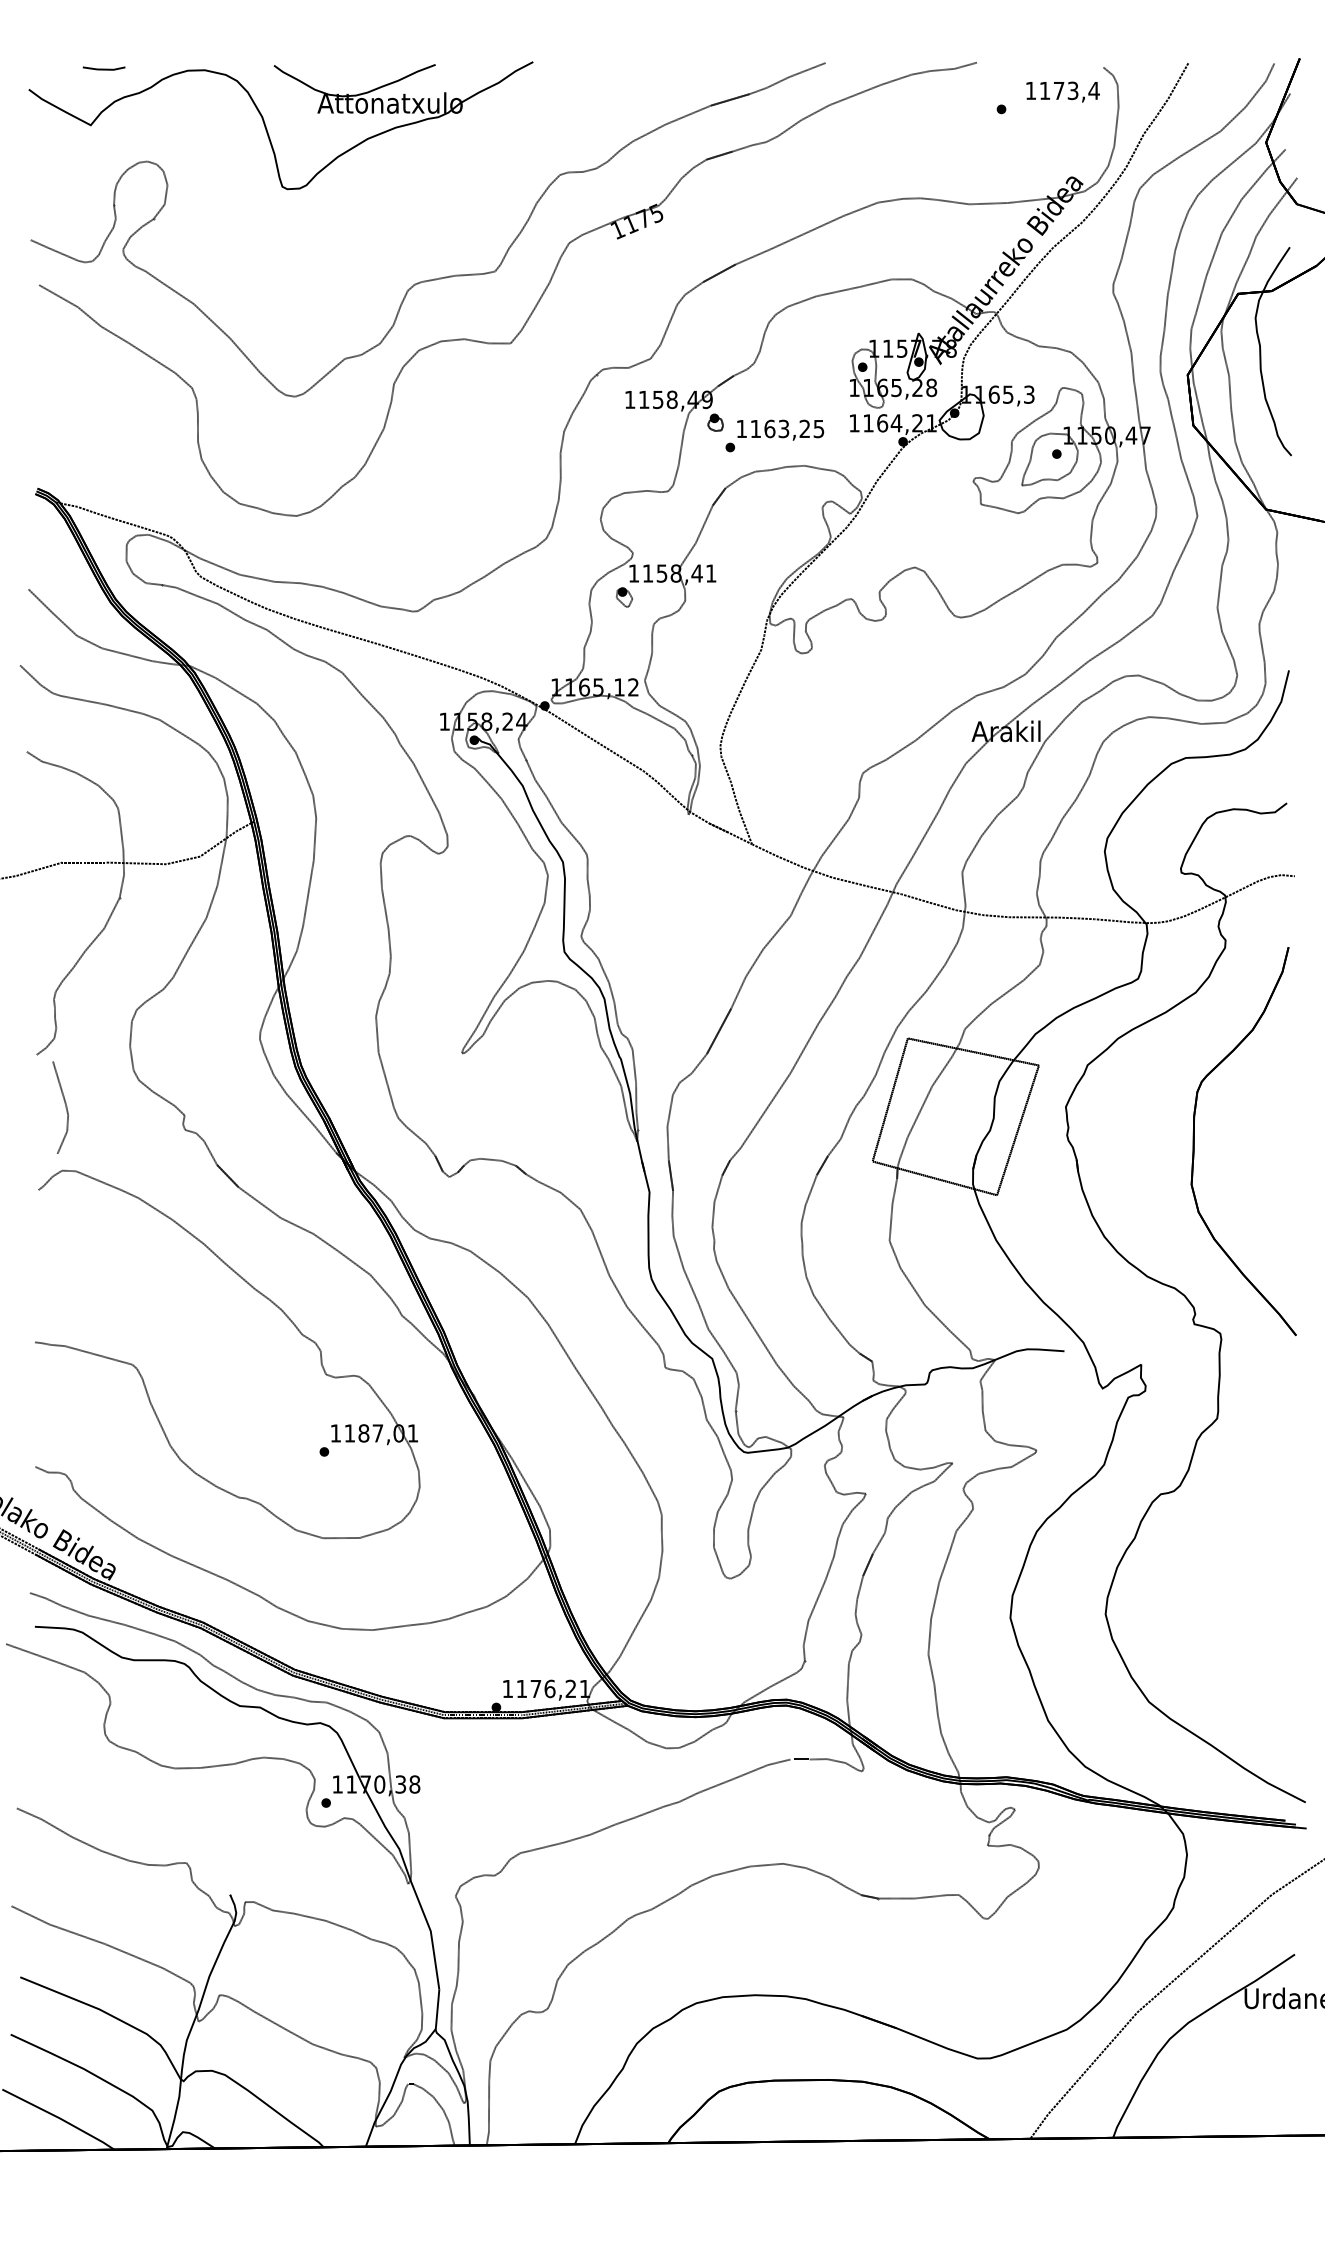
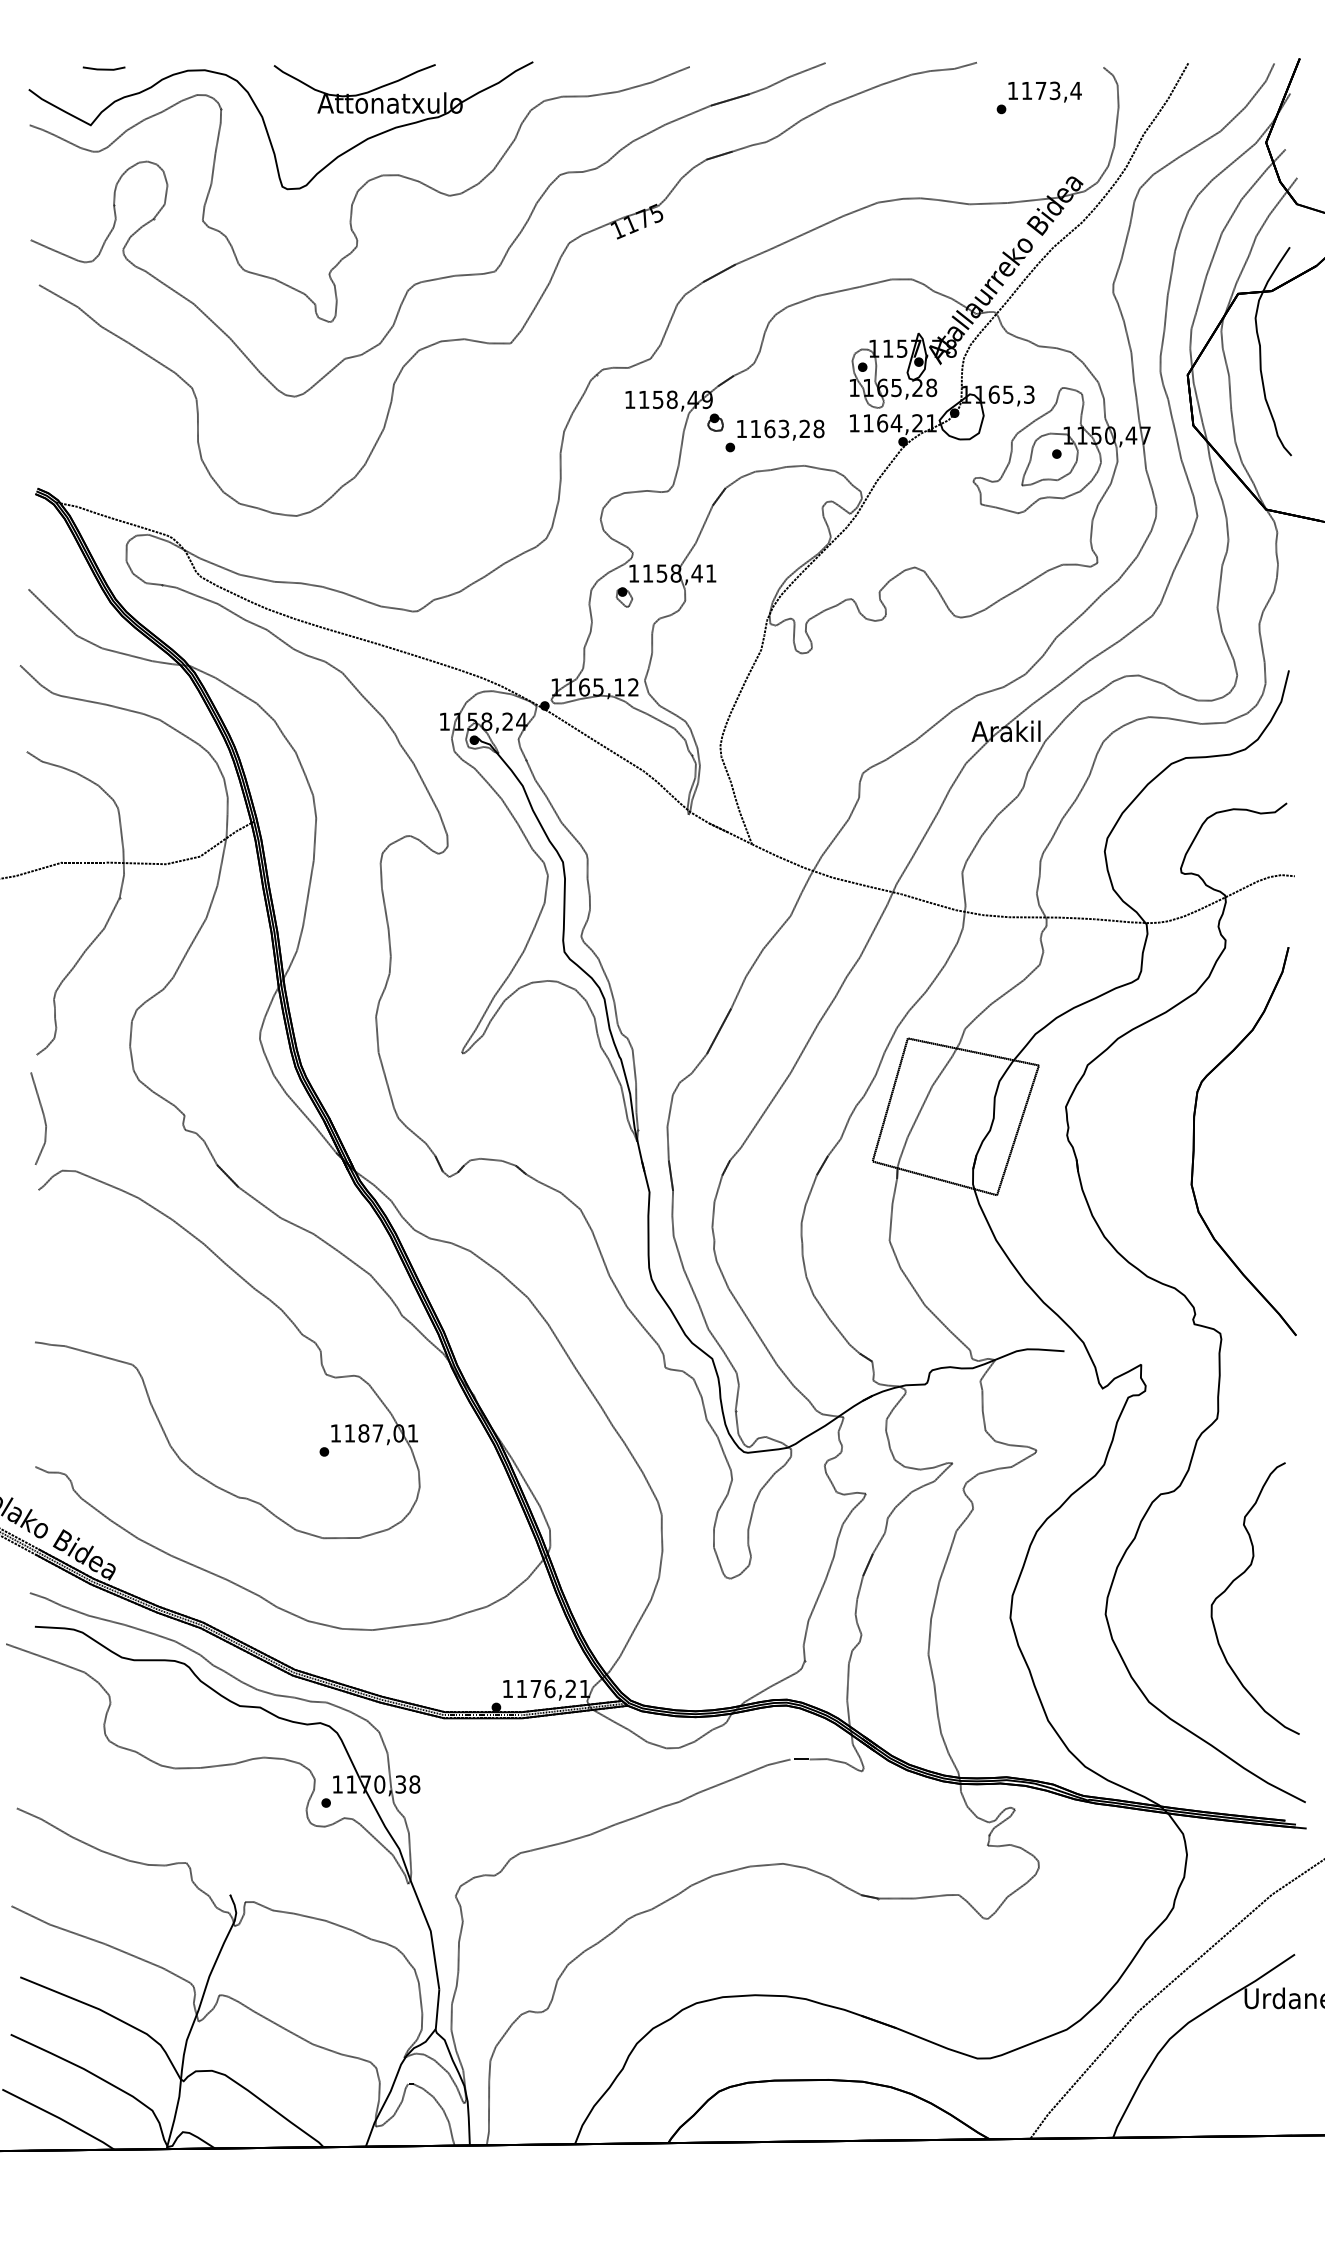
text at (1062, 91) position: (1062, 91) -> (1044, 91)
curve at (357, 194): none -> present
text at (818, 428): 1163,25 -> 1163,28
line at (65, 1107) position: (65, 1107) -> (43, 1118)
curve at (1239, 1577): none -> present
